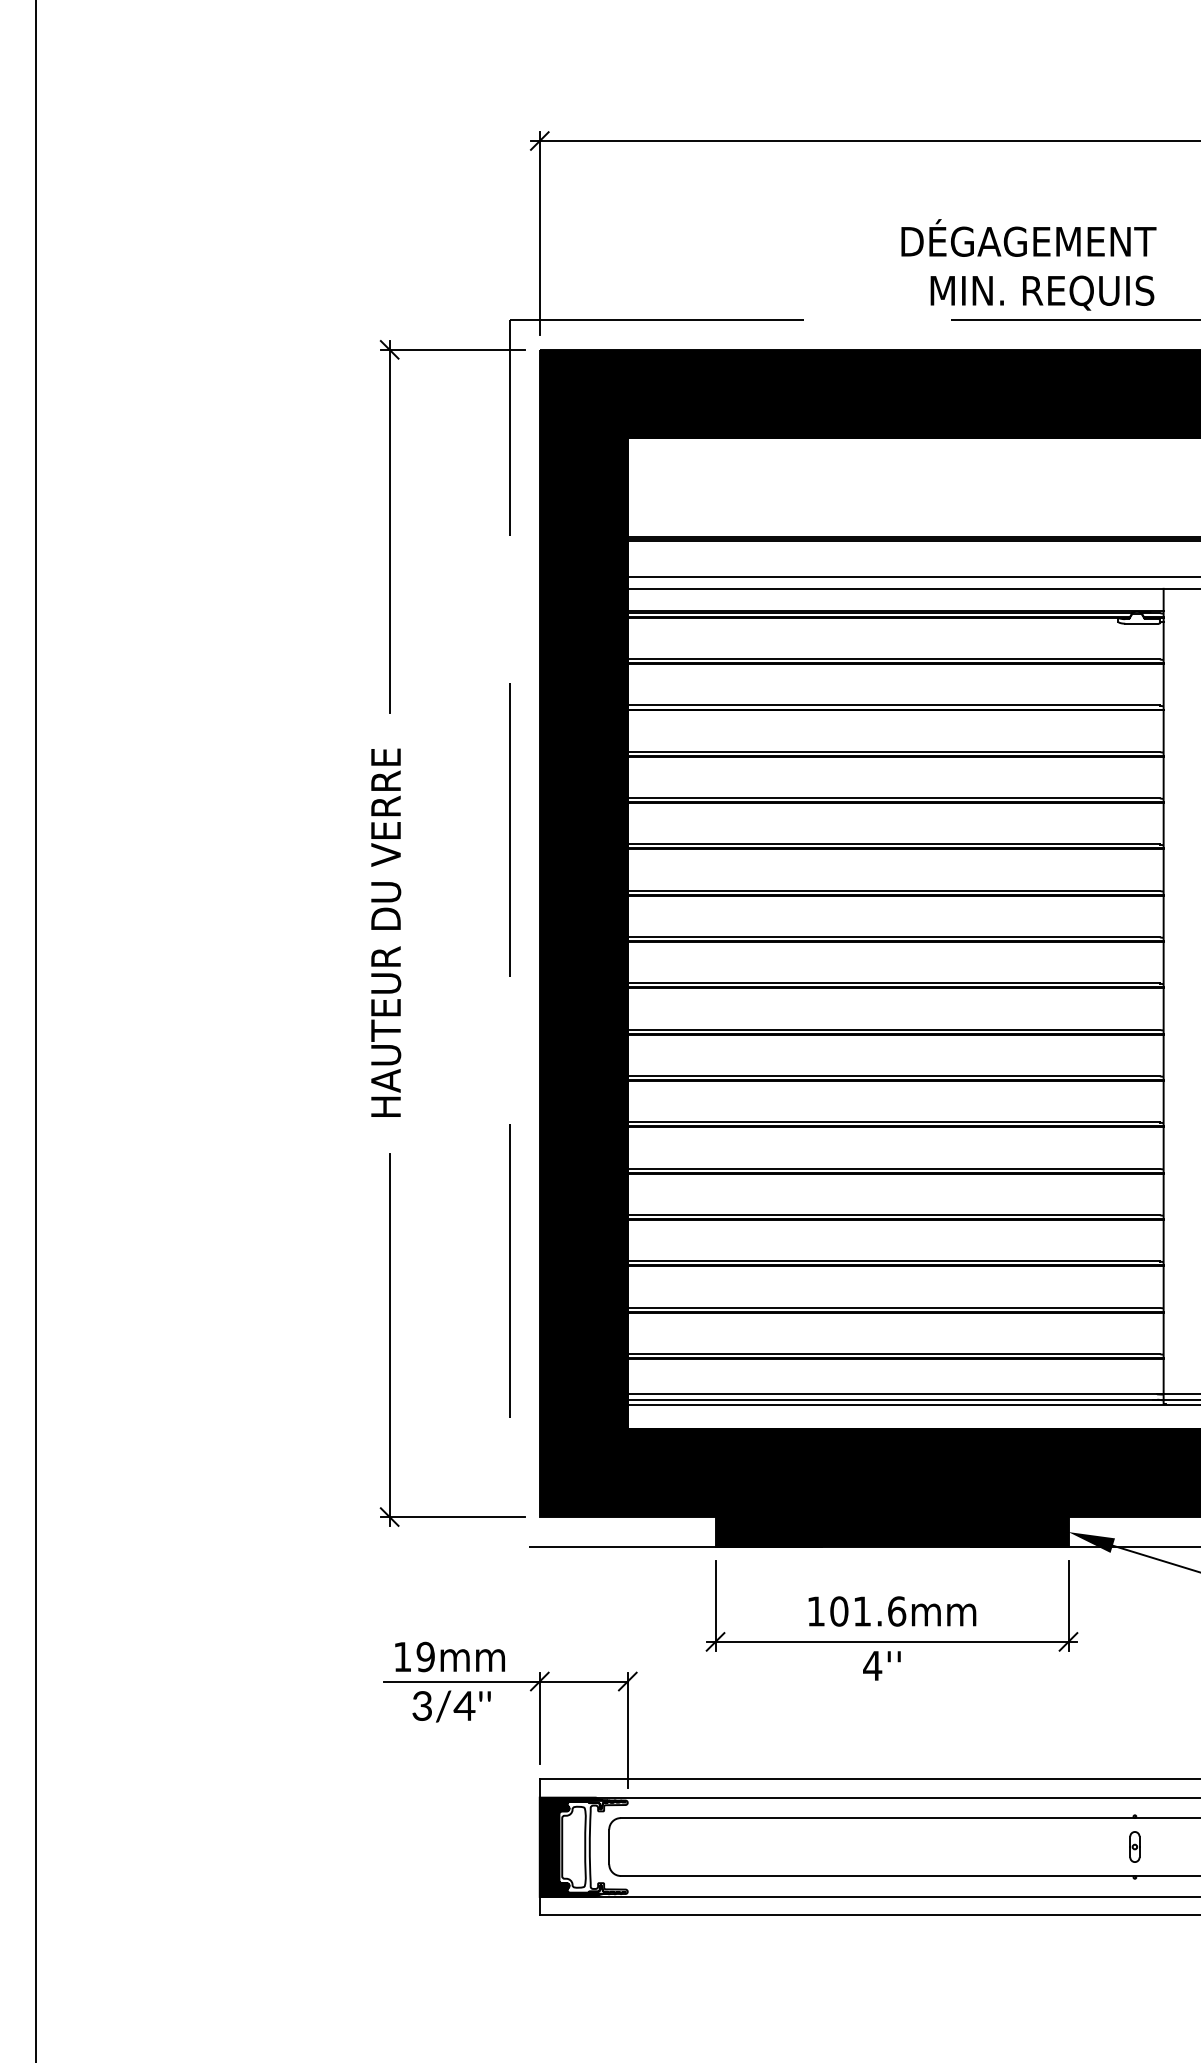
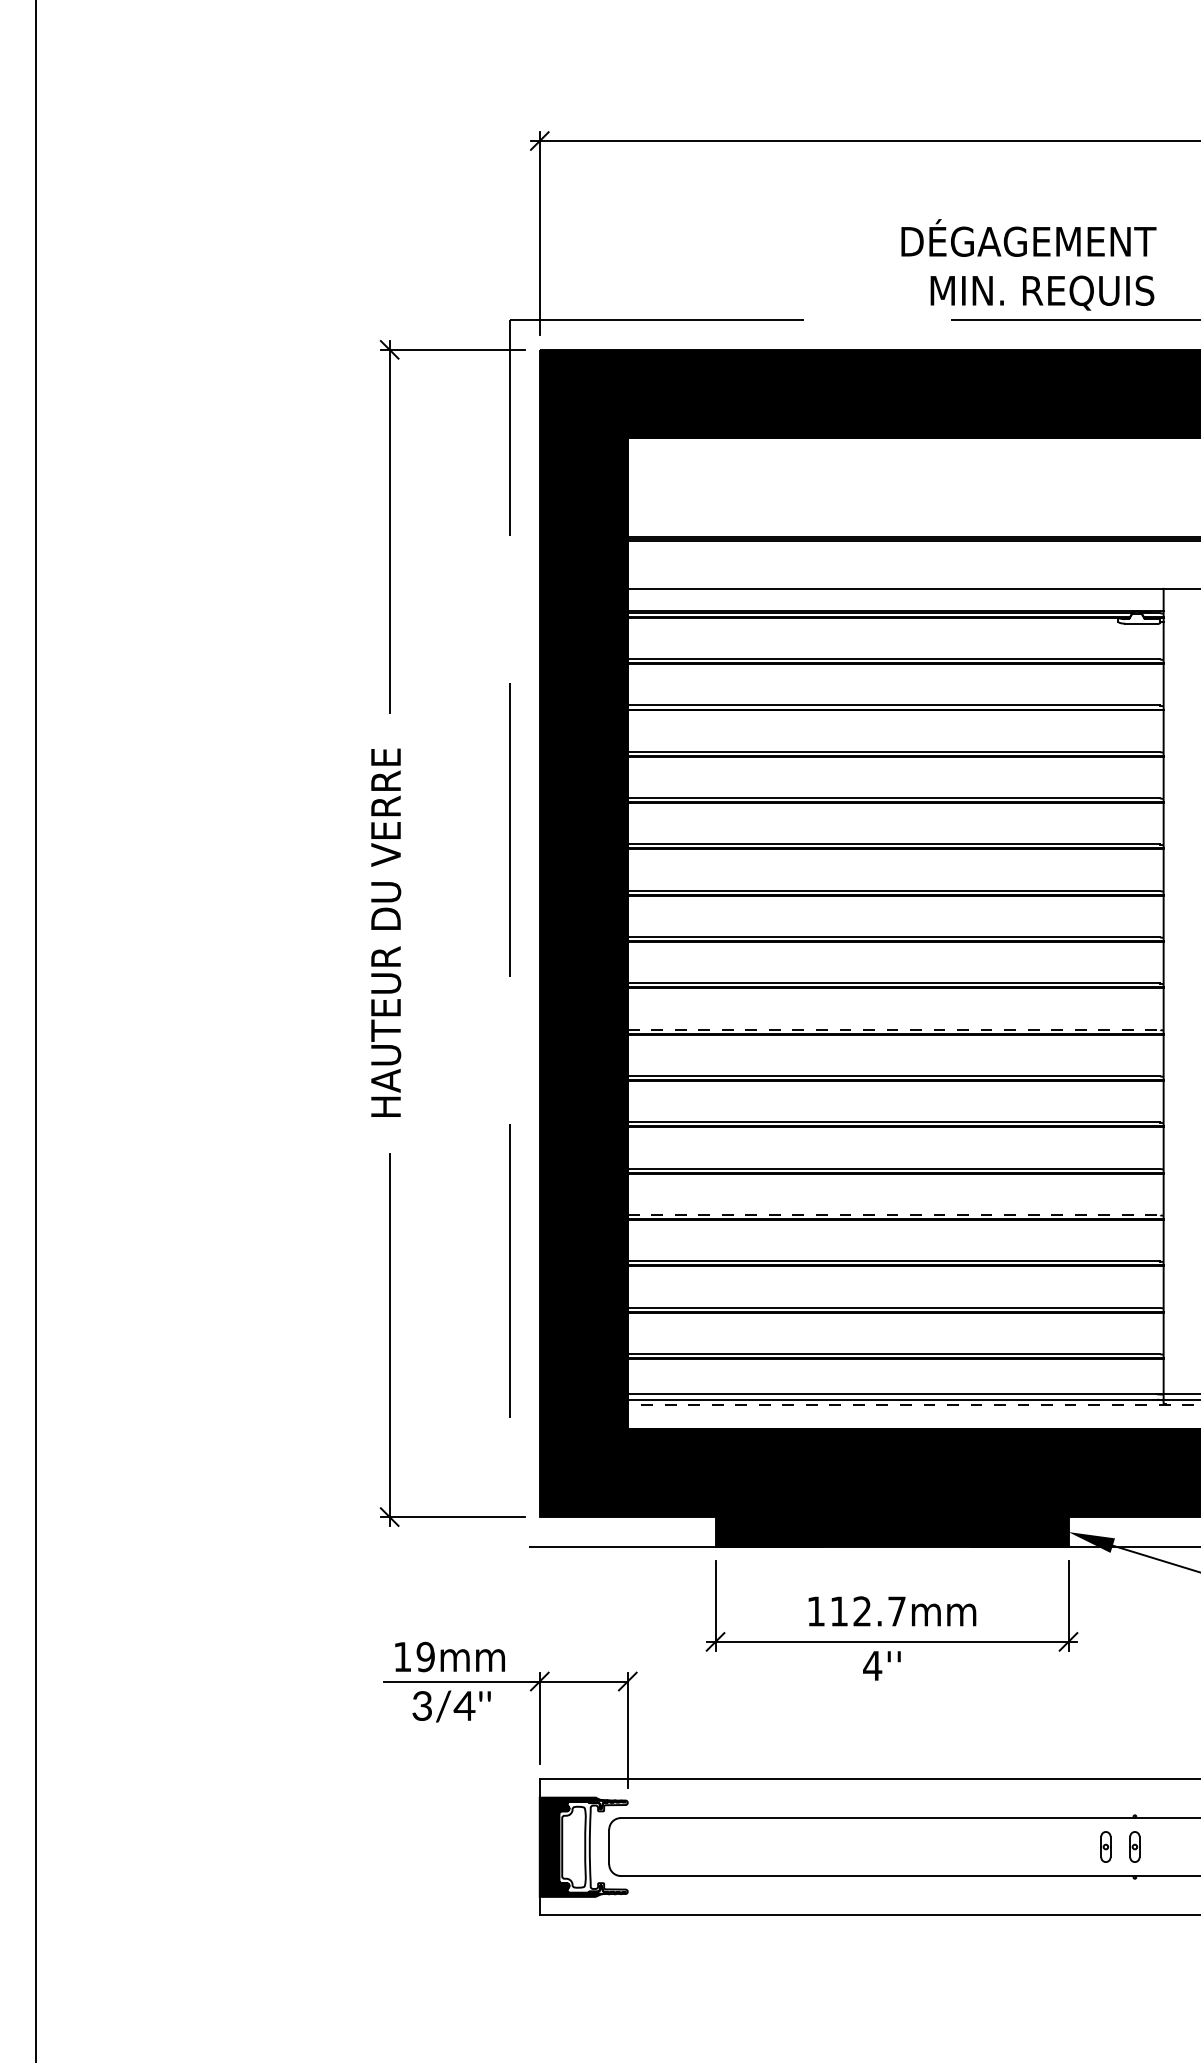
line at (912, 576): present -> none
line at (894, 1029): solid -> dashed
line at (894, 1214): solid -> dashed
line at (913, 1405): solid -> dashed
text at (868, 1611): 101.6mm -> 112.7mm
line at (868, 1797): present -> none
part at (1105, 1846): none -> present
line at (868, 1896): present -> none
